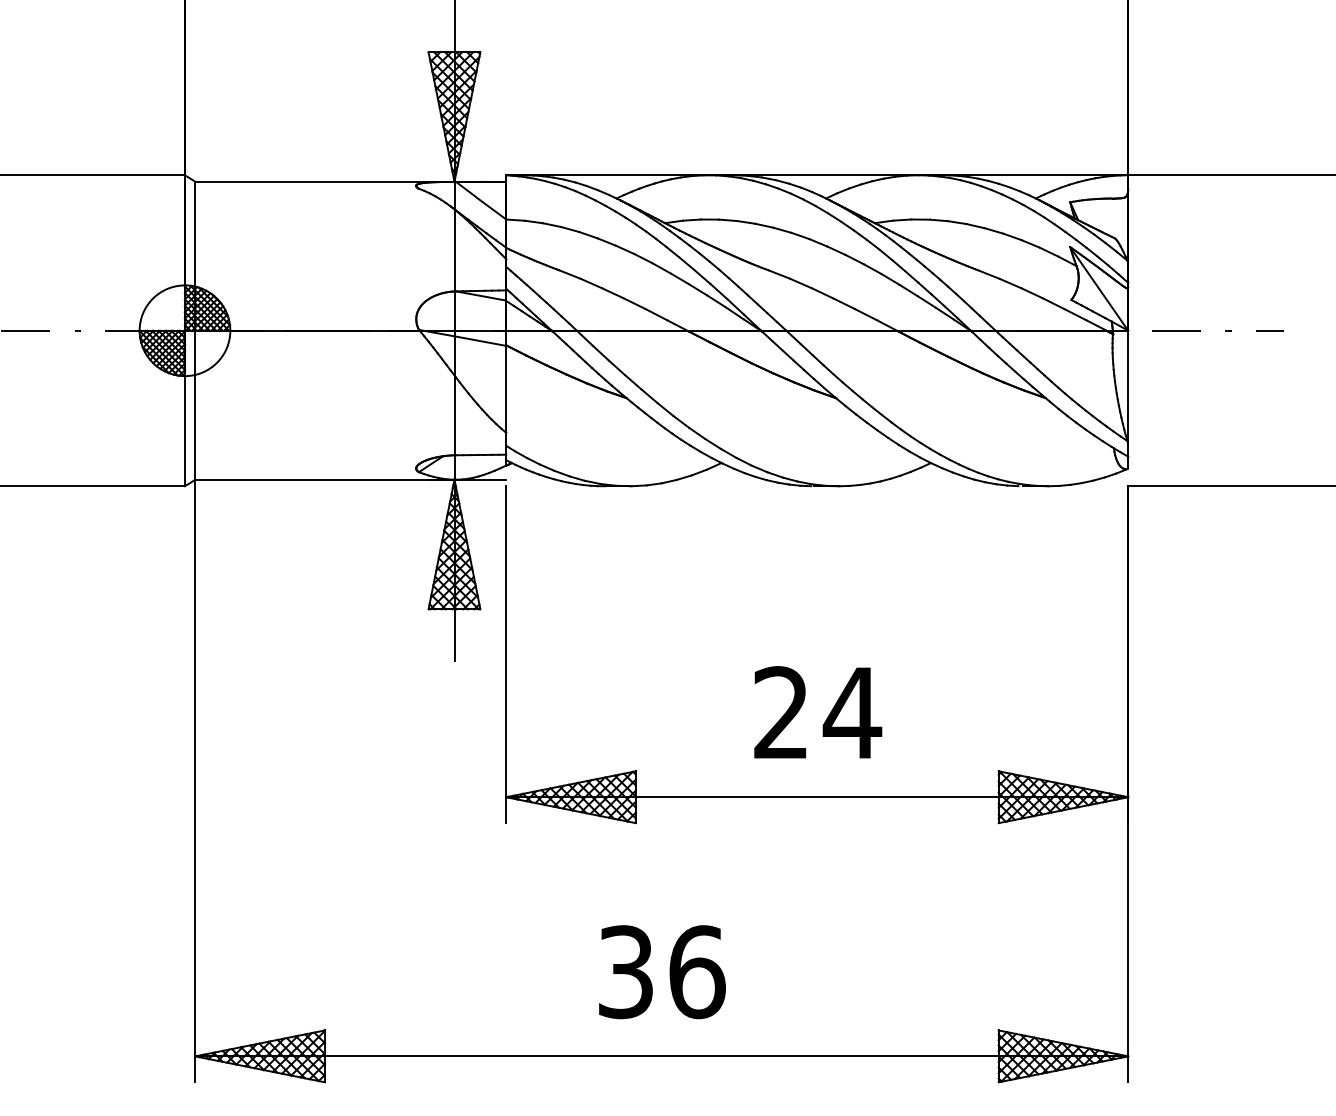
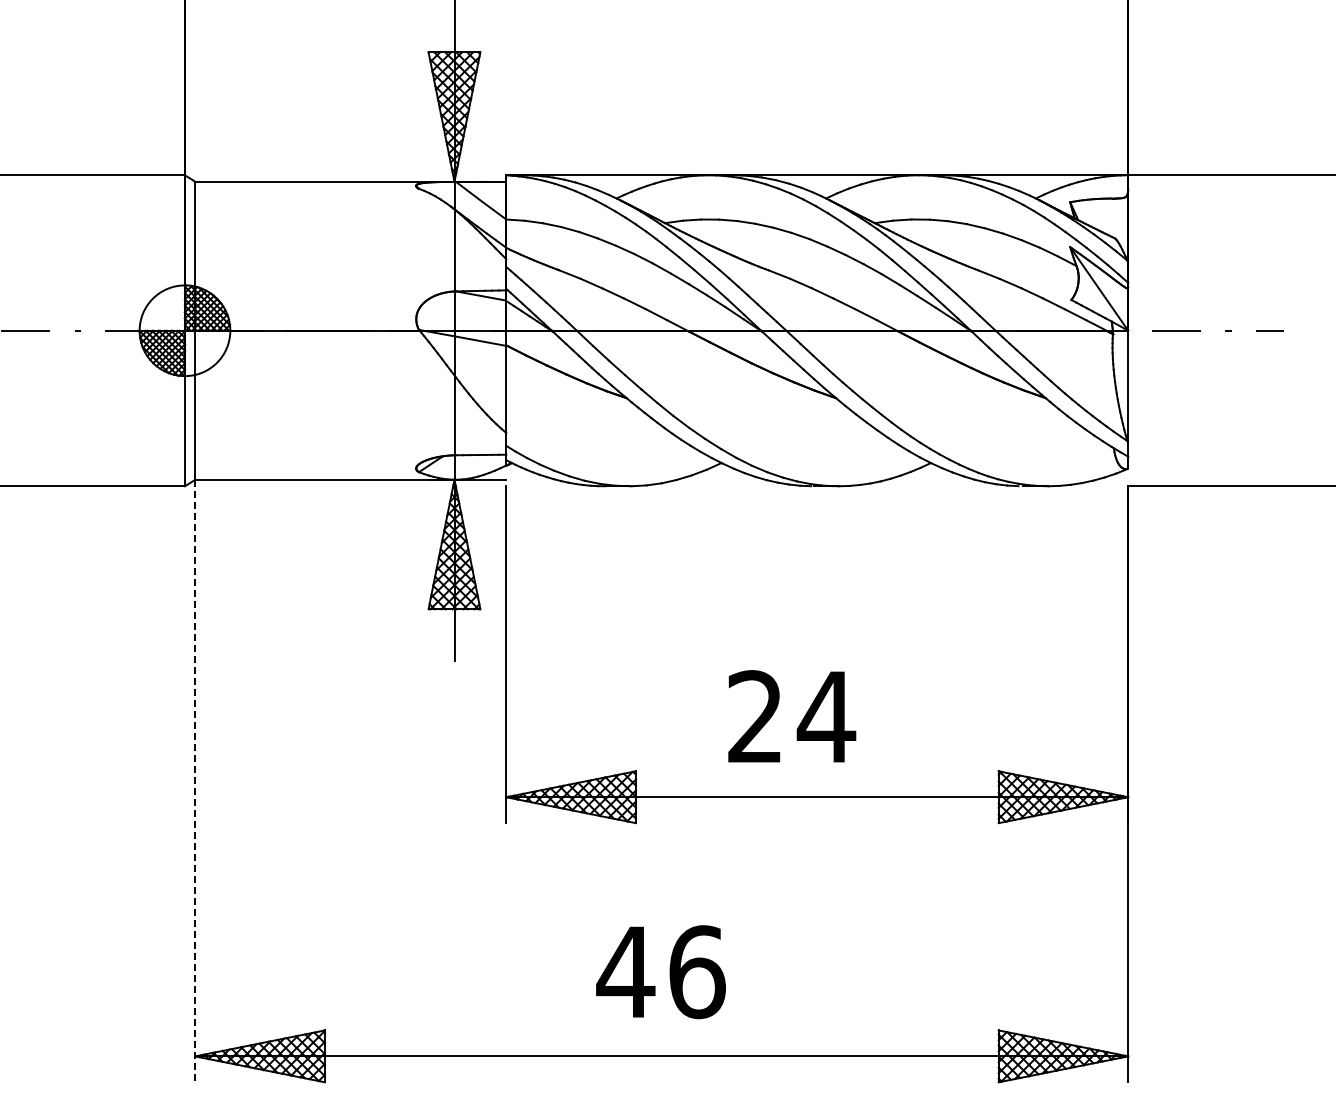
text at (818, 712) position: (818, 712) -> (792, 716)
line at (195, 781): solid -> dashed
text at (625, 972): 36 -> 46
